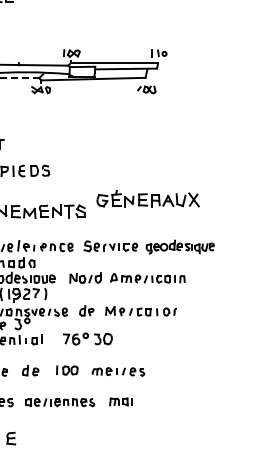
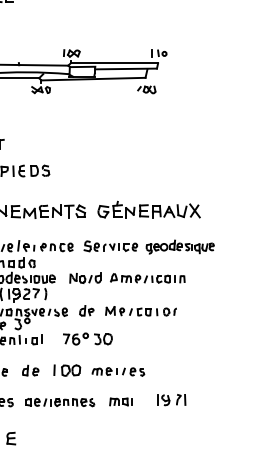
line at (20, 78): dashed -> solid
part at (147, 198) position: (147, 198) -> (148, 209)
part at (67, 370) size: 23x11 px -> 29x13 px
part at (171, 400): none -> present
